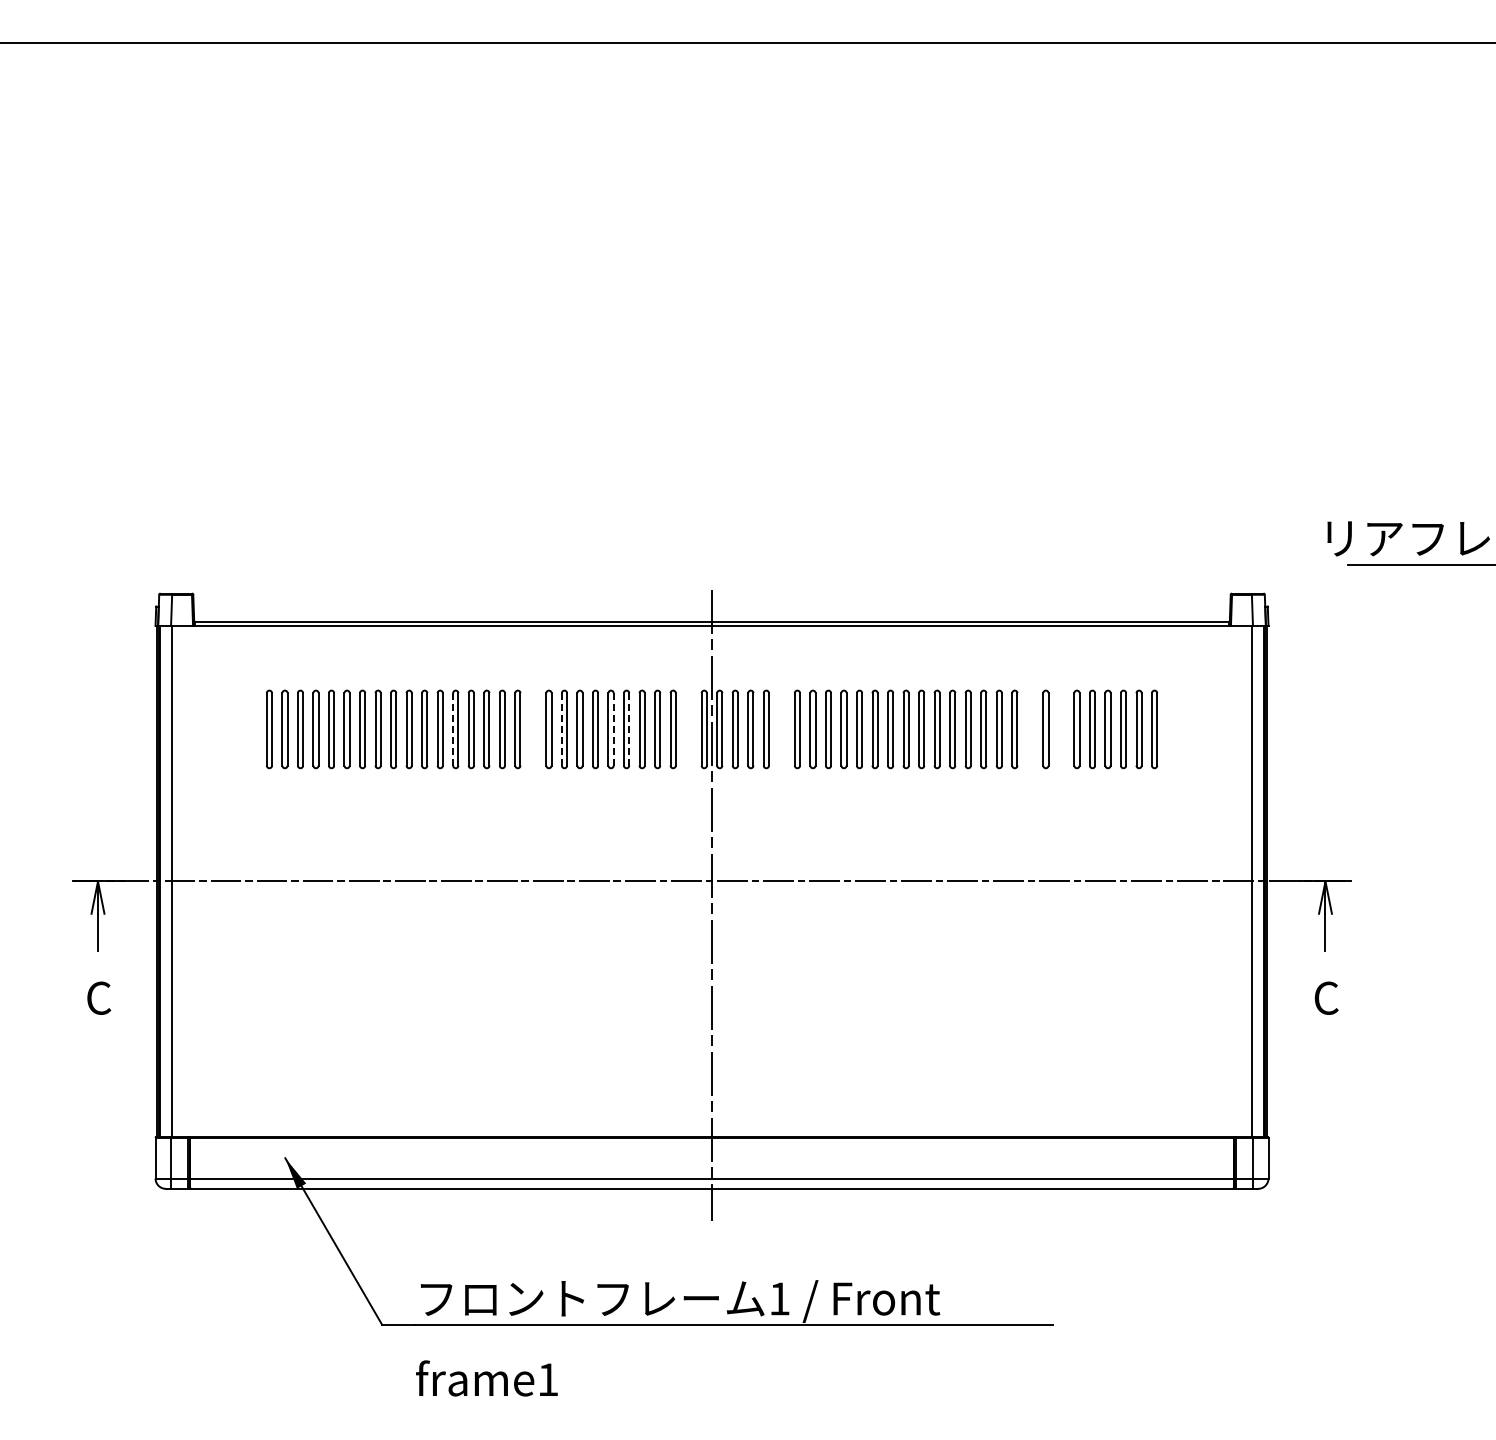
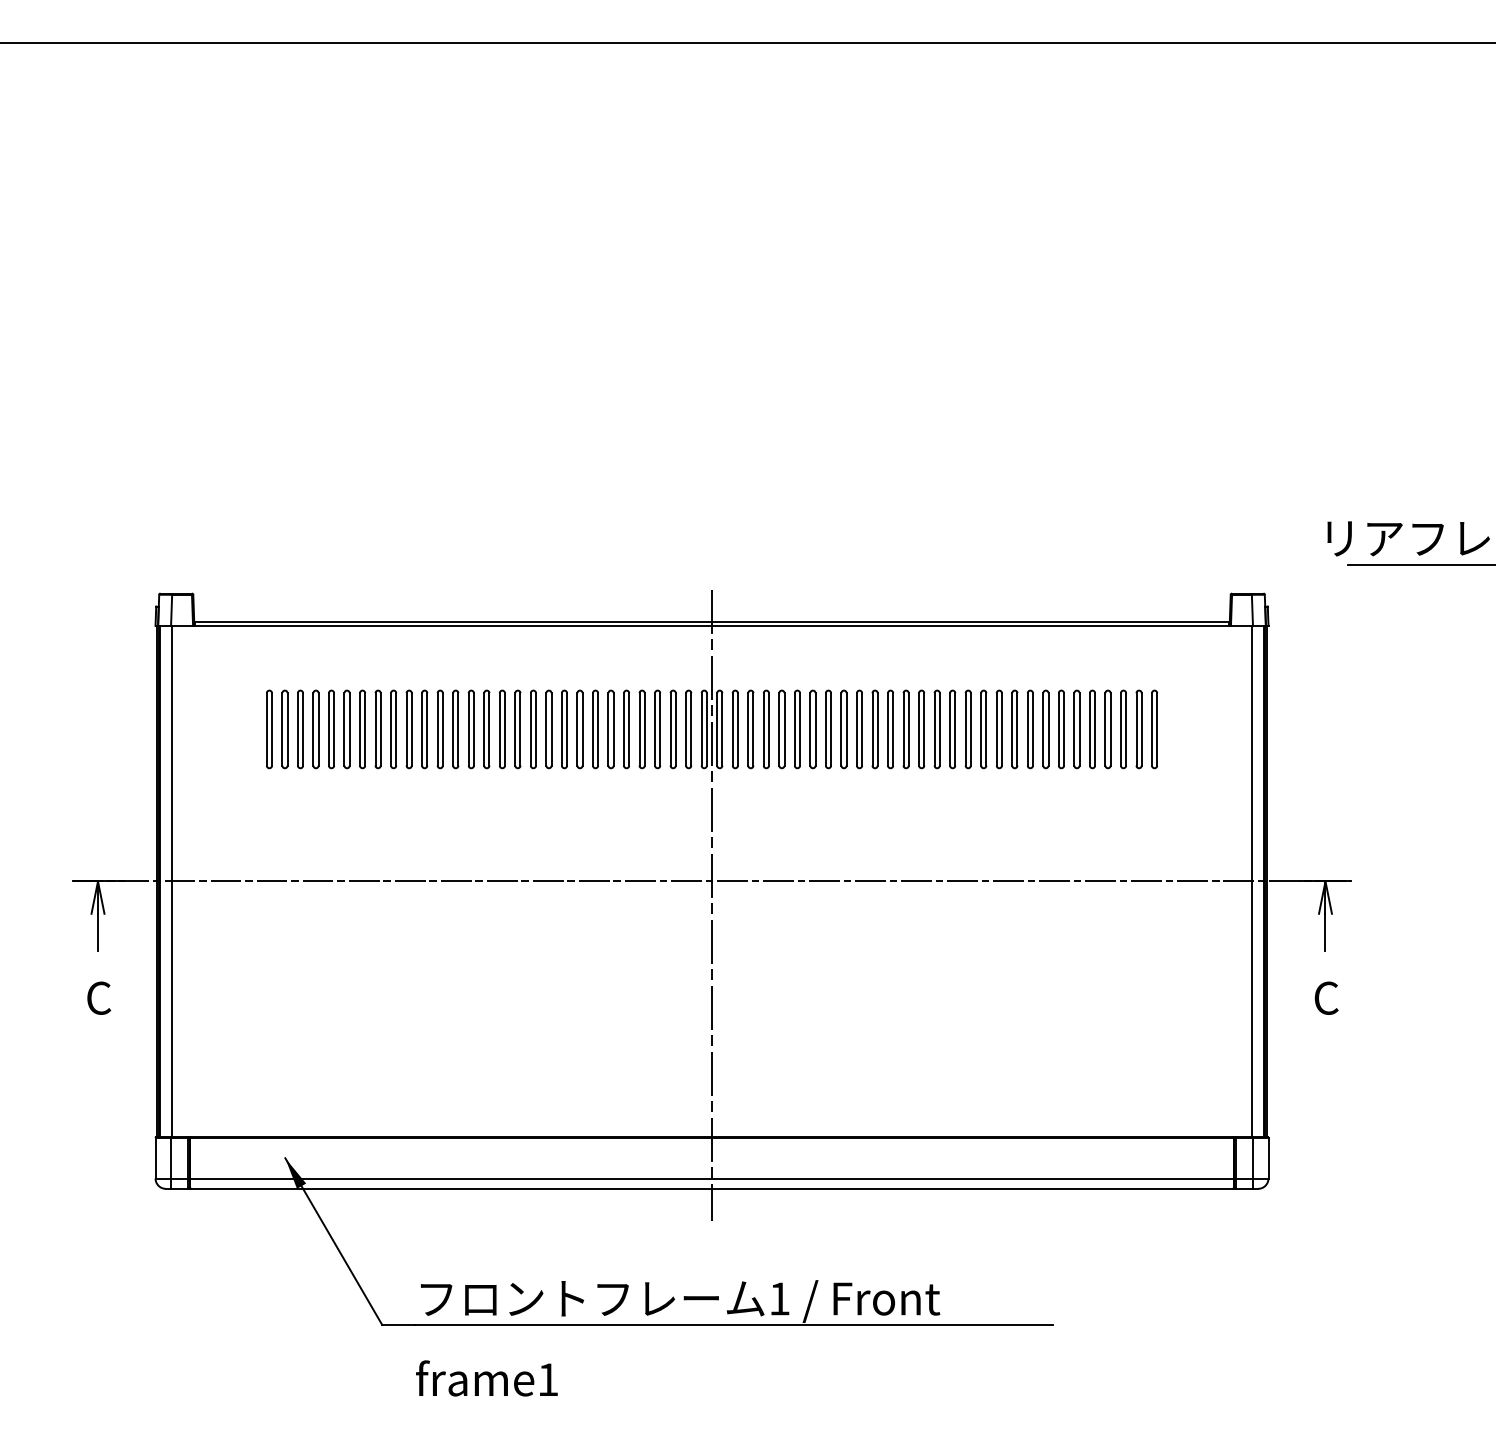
line at (453, 728): dashed -> solid
line at (561, 728): dashed -> solid
part at (533, 729): none -> present
line at (613, 729): dashed -> solid
line at (629, 729): dashed -> solid
part at (688, 729): none -> present
part at (781, 729): none -> present
part at (1030, 729): none -> present
part at (1061, 729): none -> present
